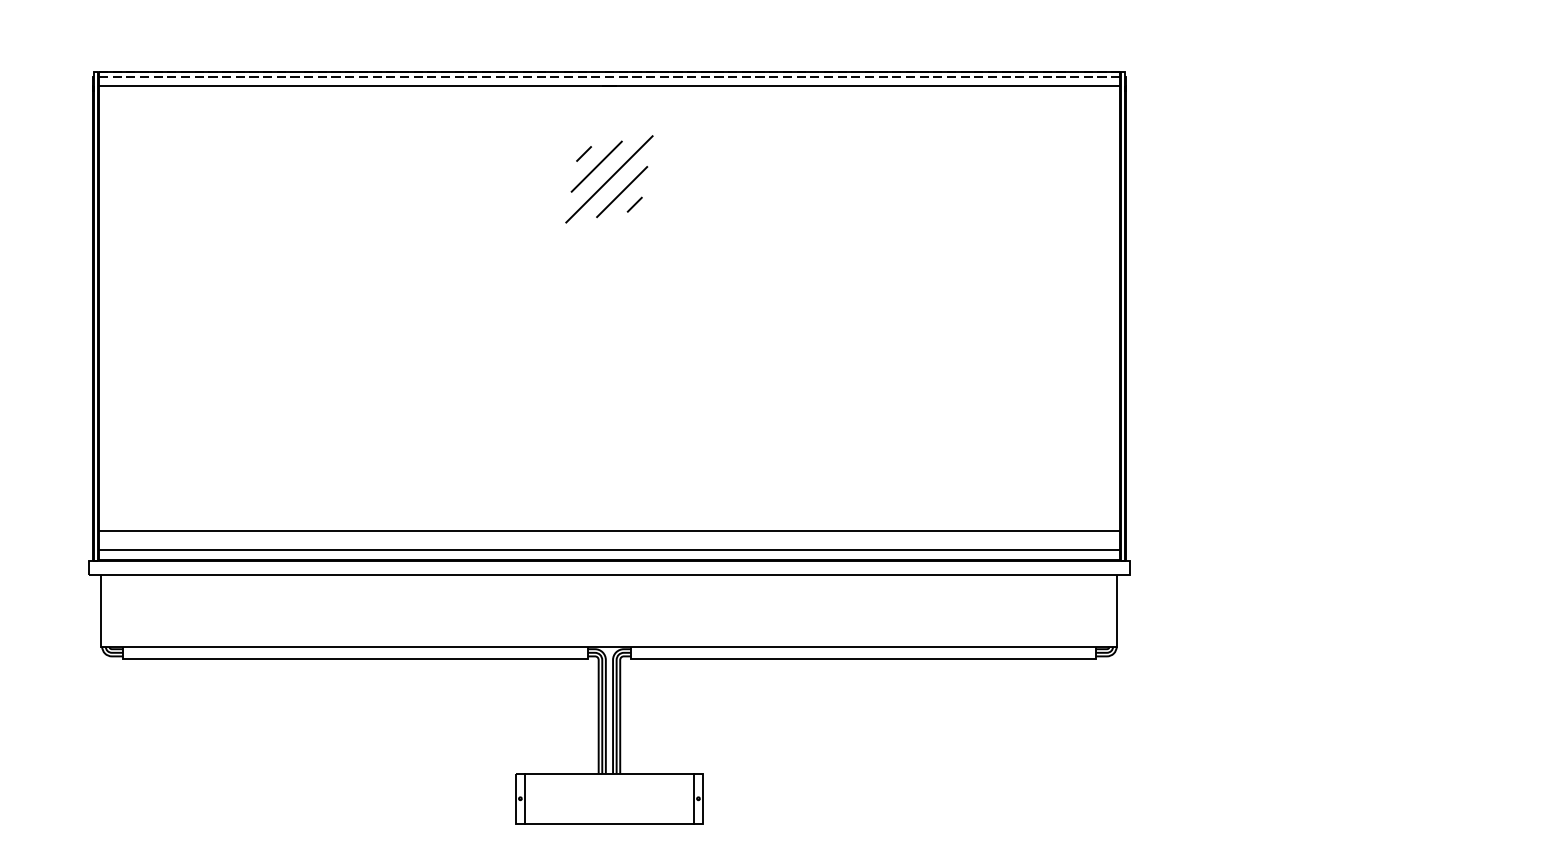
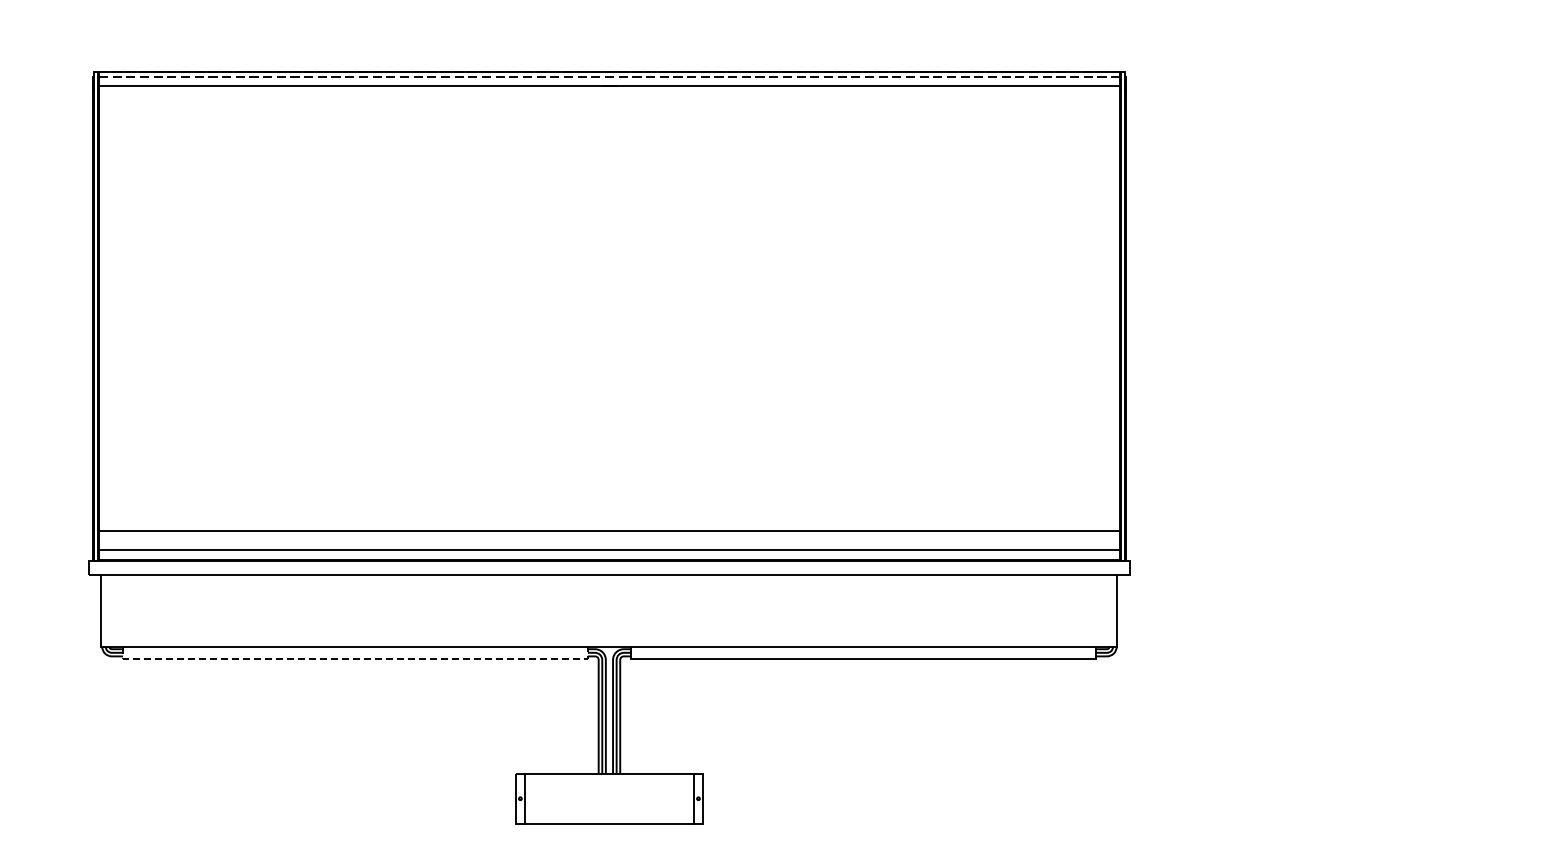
part at (609, 179): present -> none
line at (355, 658): solid -> dashed
